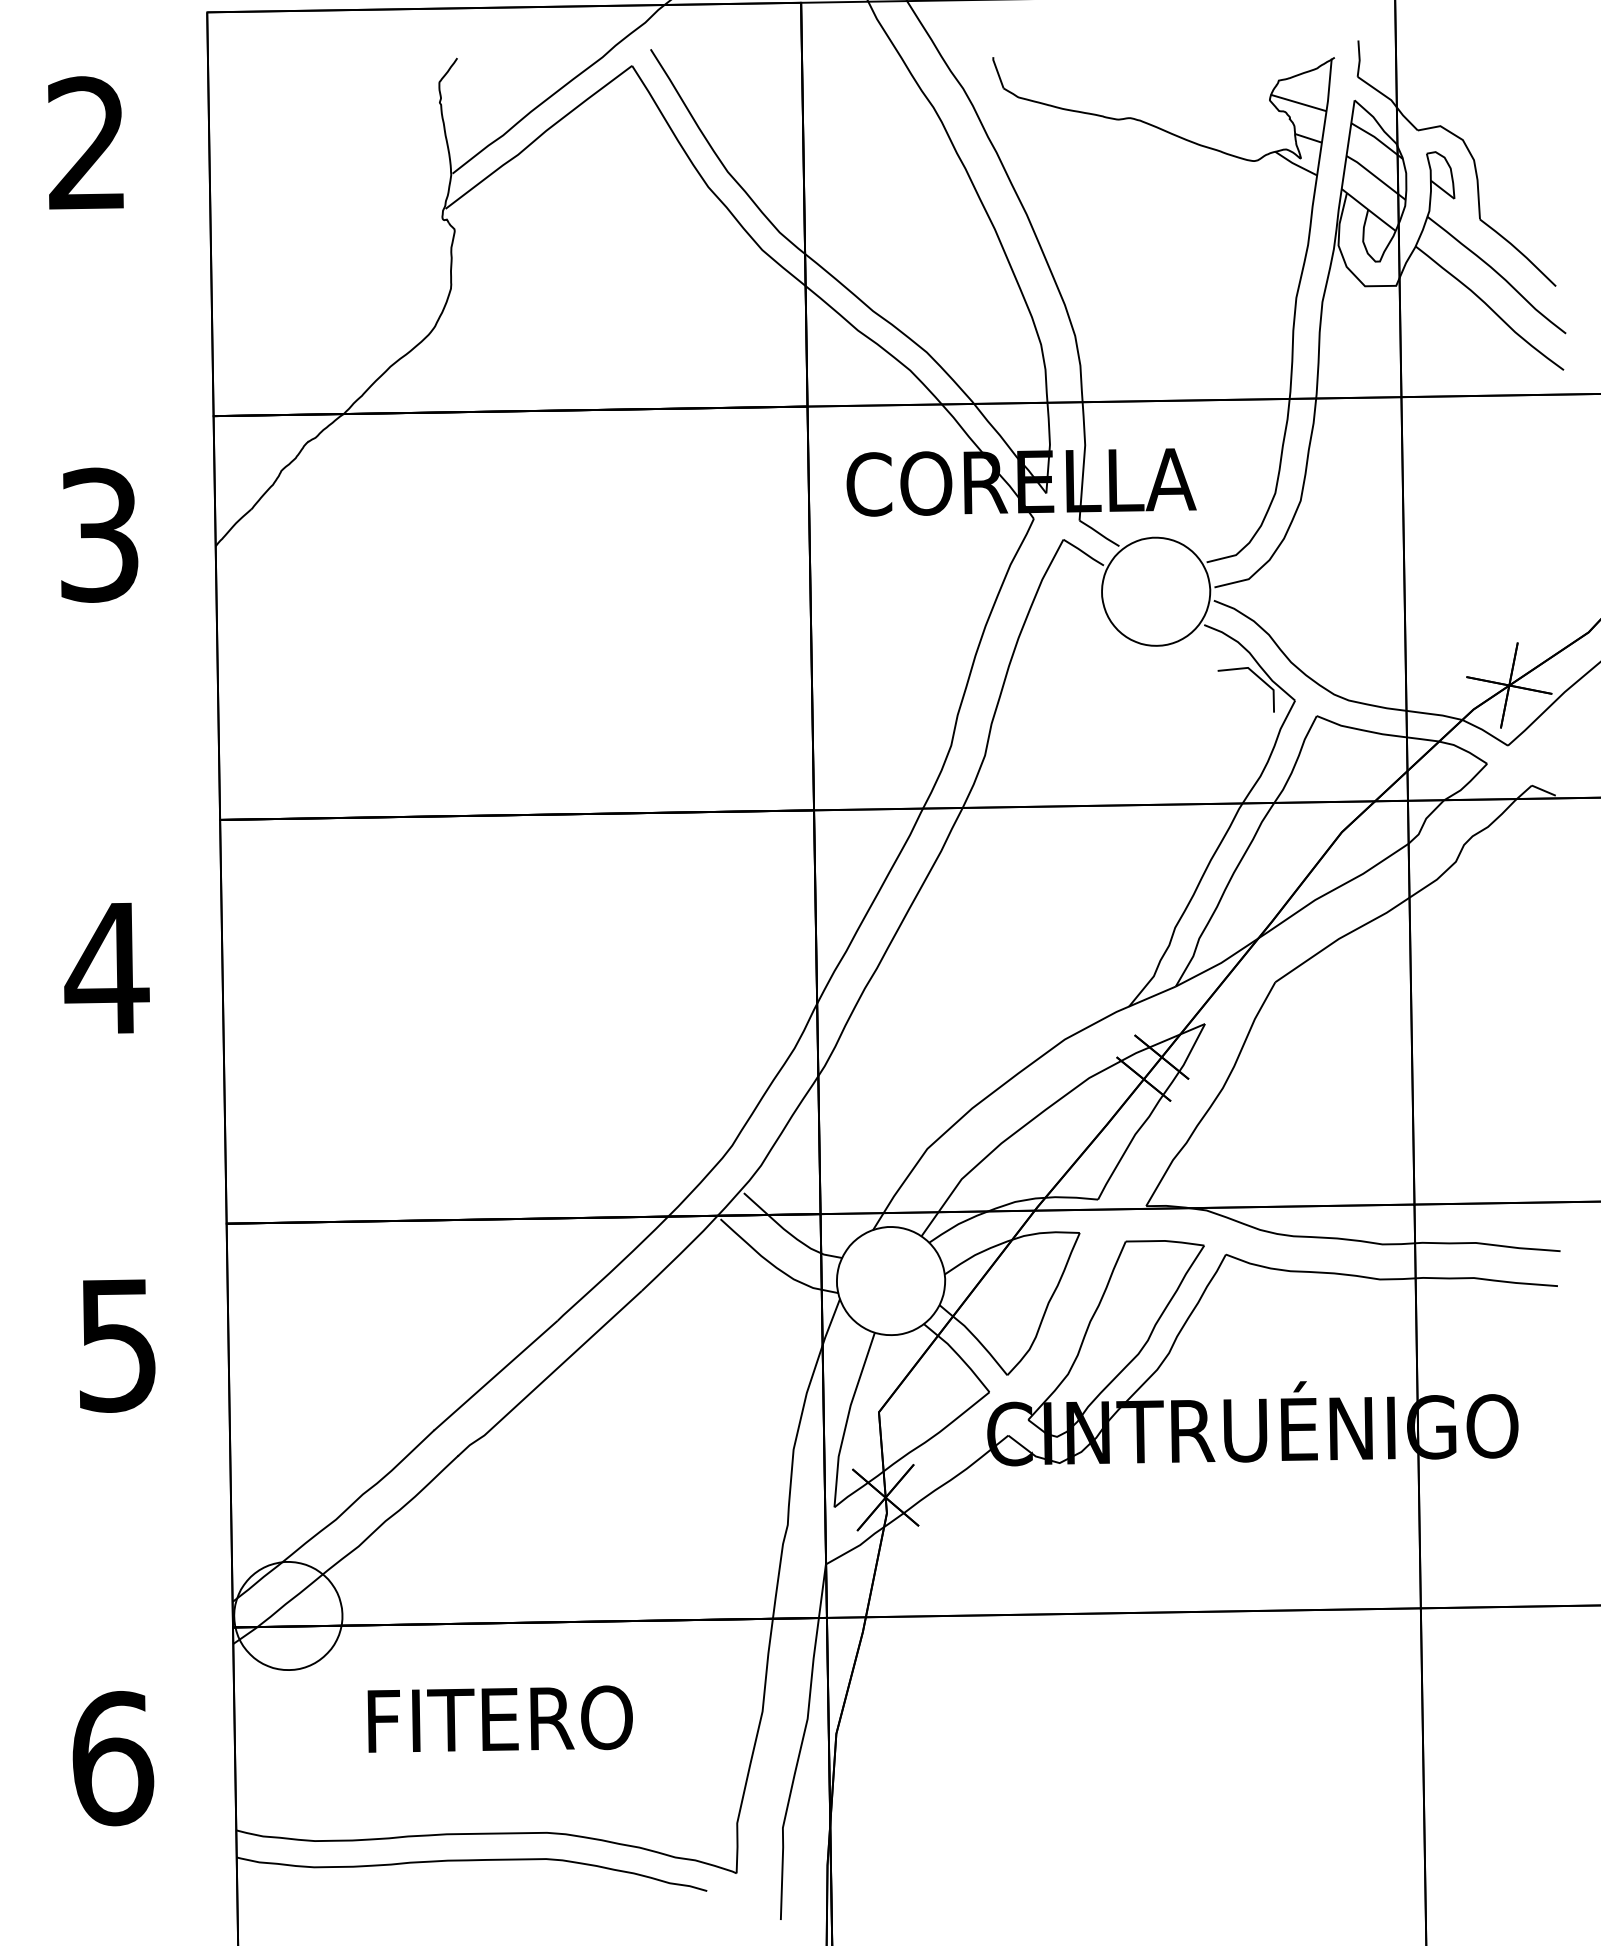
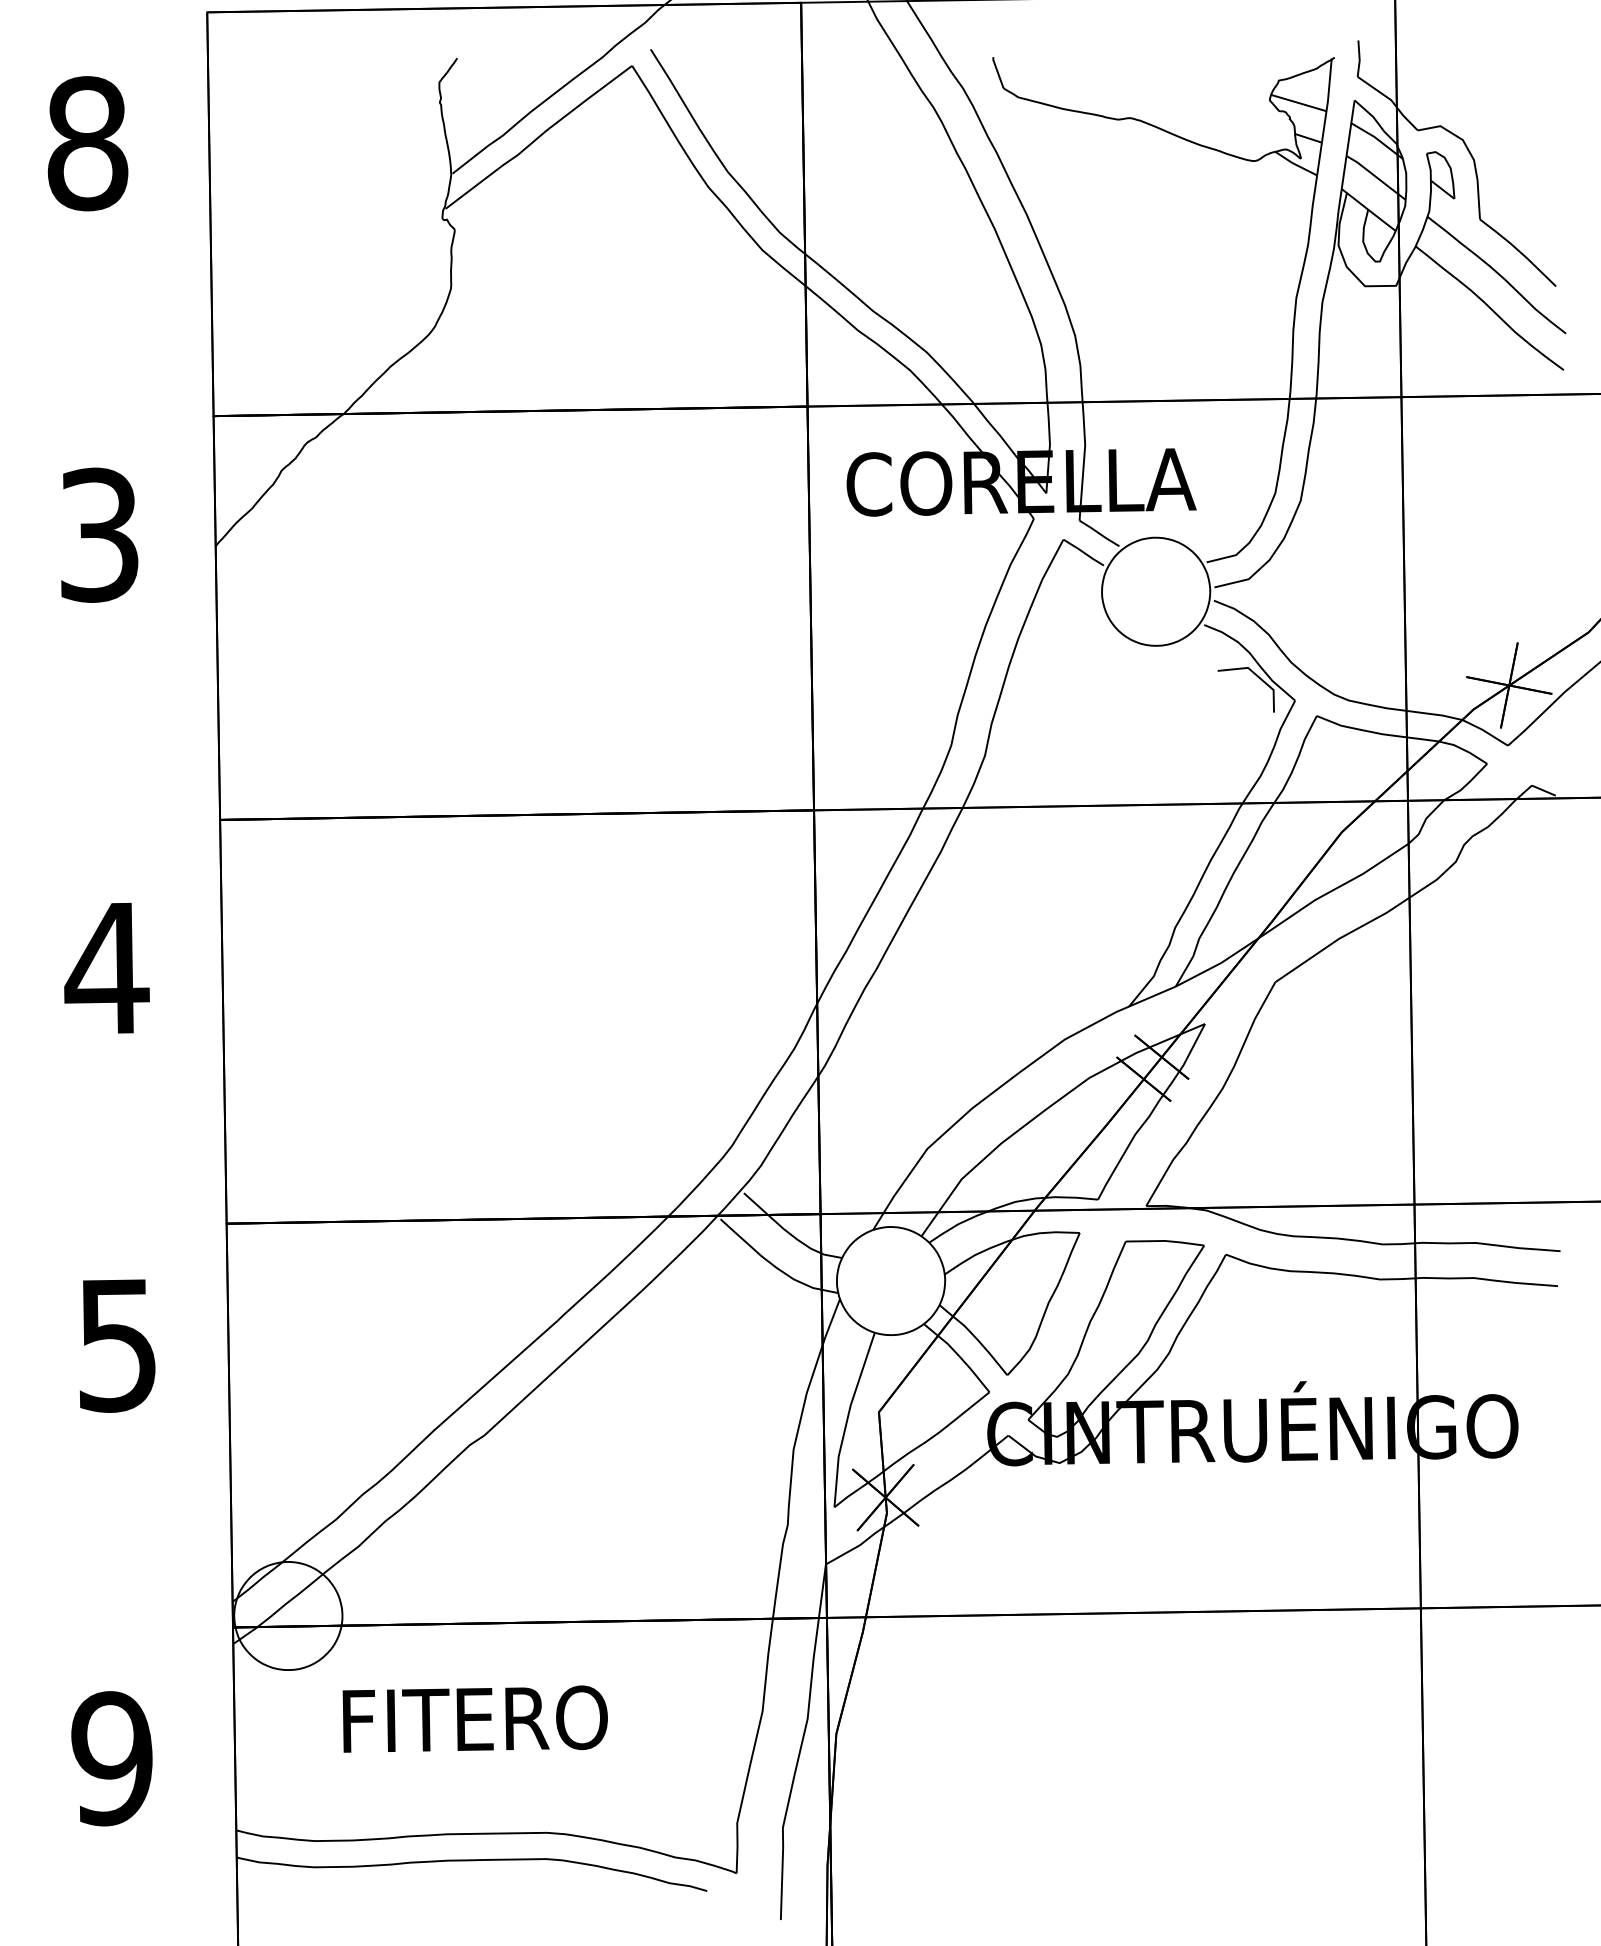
text at (87, 143): 2 -> 8
text at (499, 1718) position: (499, 1718) -> (474, 1718)
text at (112, 1758): 6 -> 9
